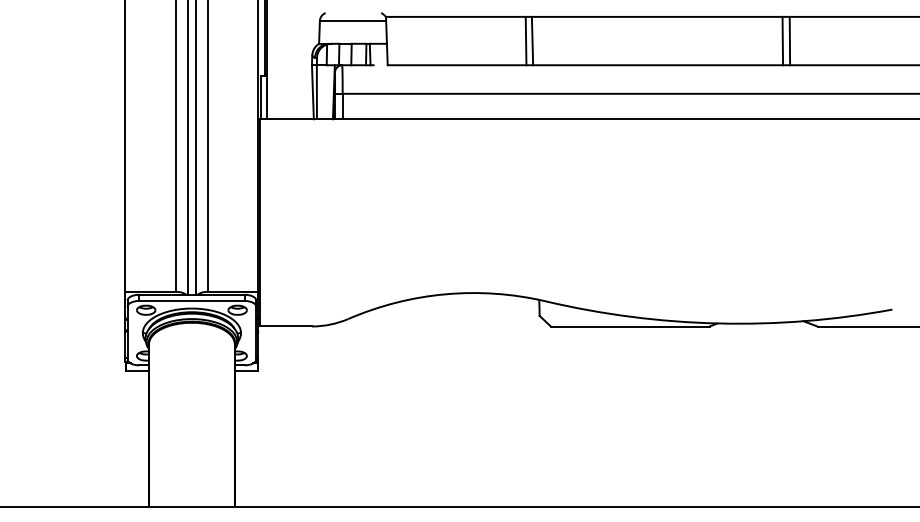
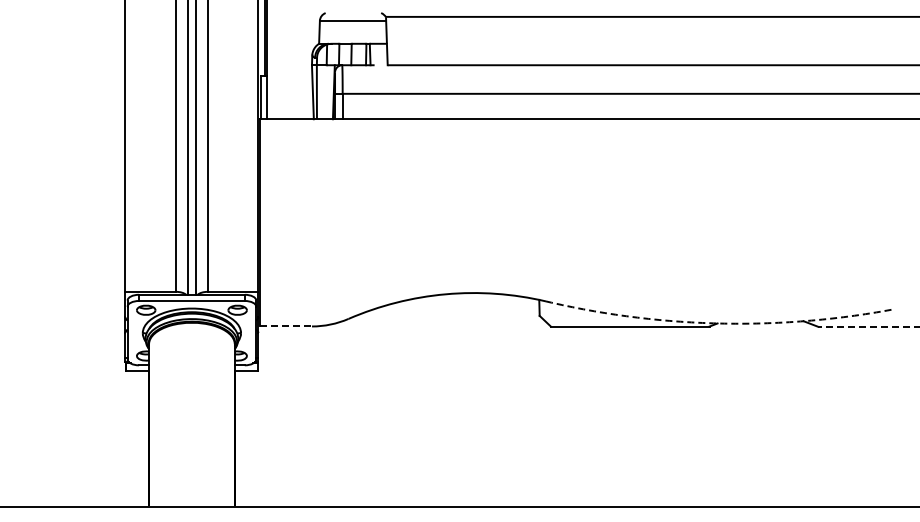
line at (525, 40): present -> none
line at (532, 40): present -> none
line at (782, 40): present -> none
line at (789, 40): present -> none
arc at (718, 323): solid -> dashed
line at (286, 326): solid -> dashed
line at (868, 326): solid -> dashed
